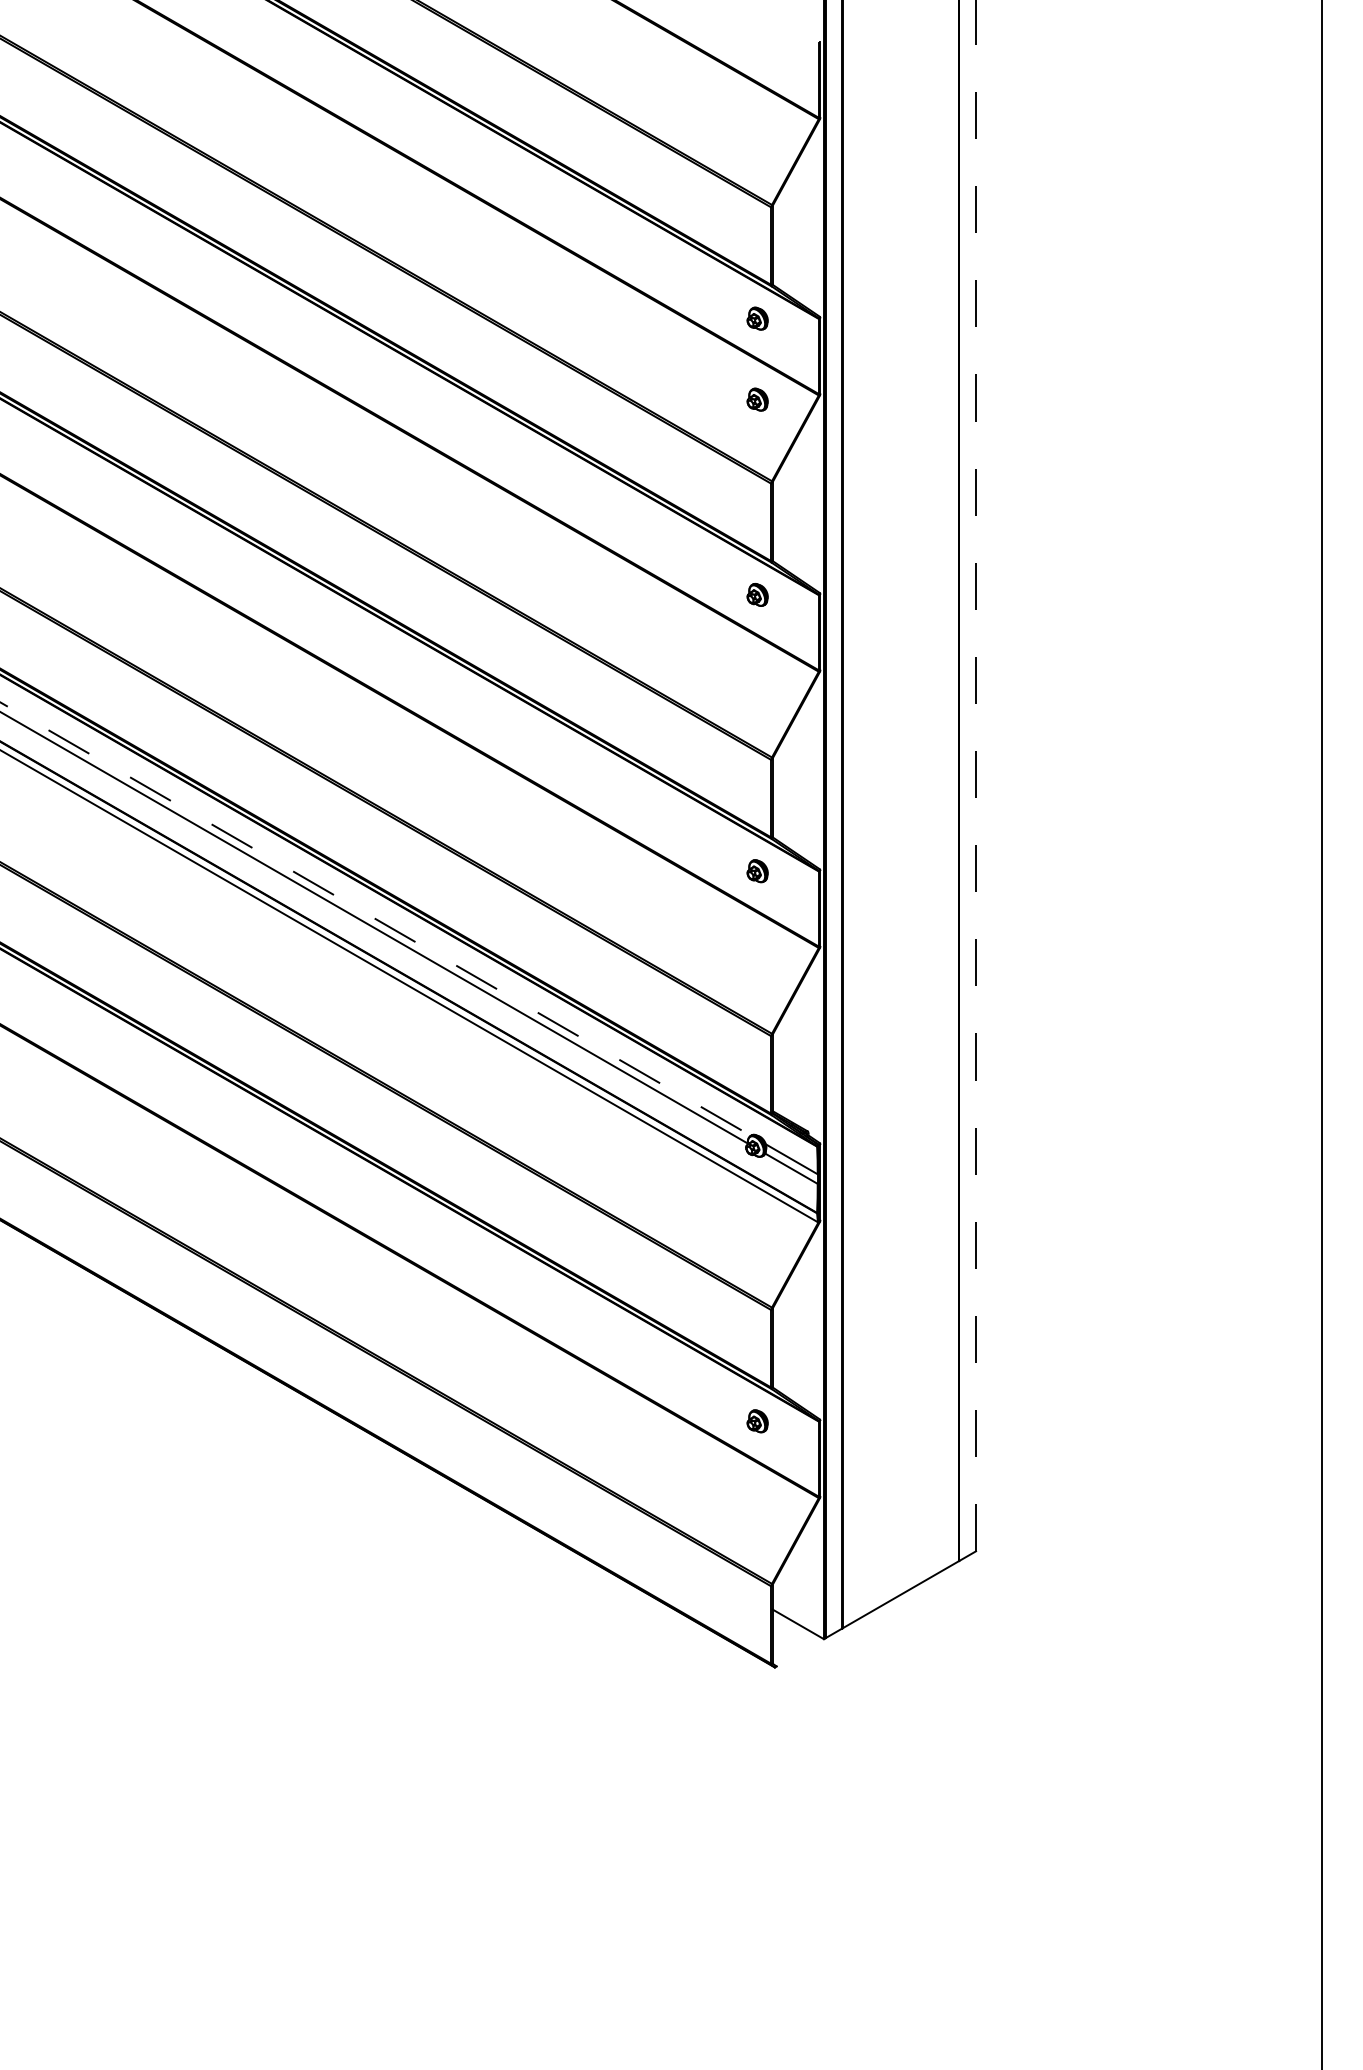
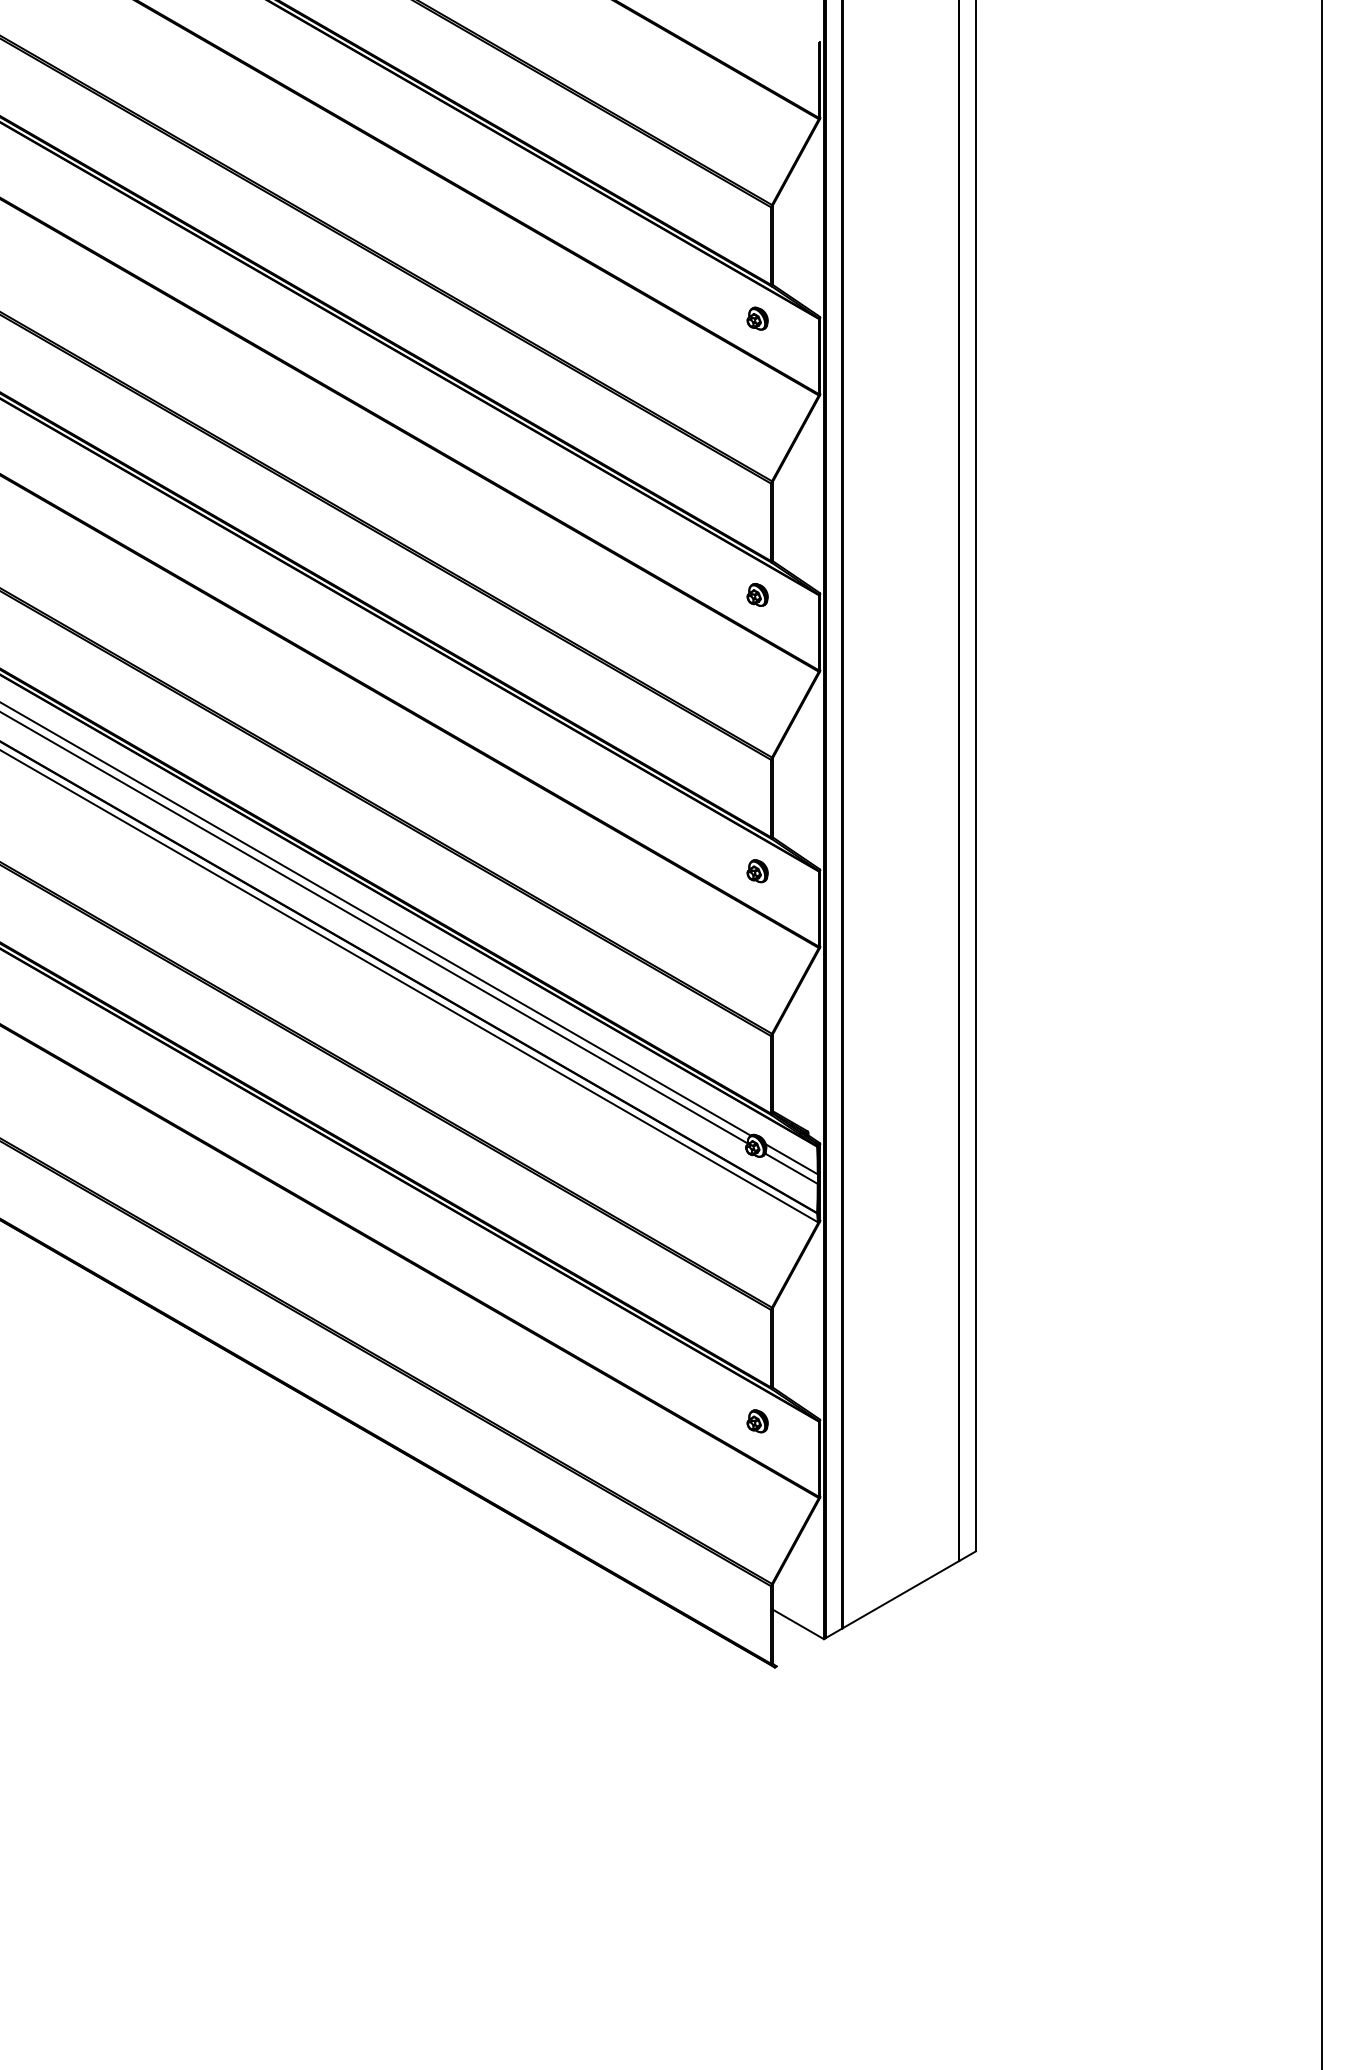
part at (757, 399): present -> none
line at (976, 775): dashed -> solid
line at (376, 919): dashed -> solid
